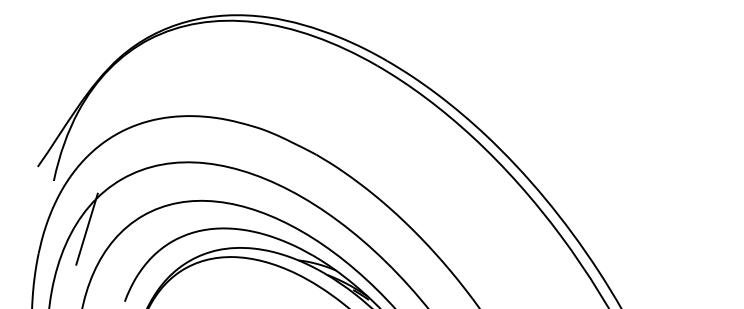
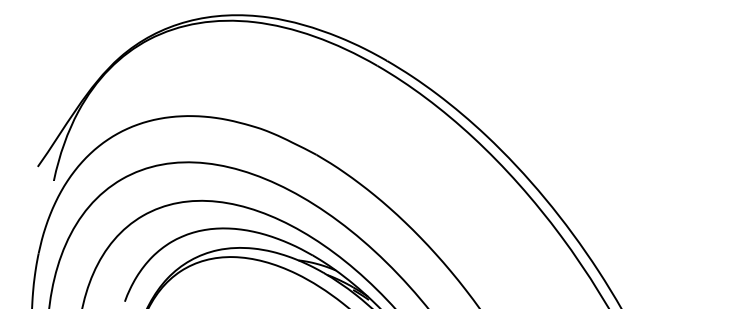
line at (86, 228): present -> none
